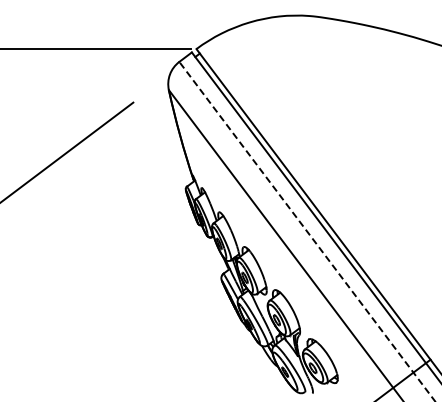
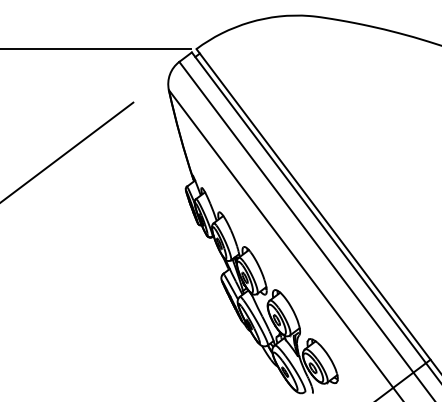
line at (307, 231): dashed -> solid
